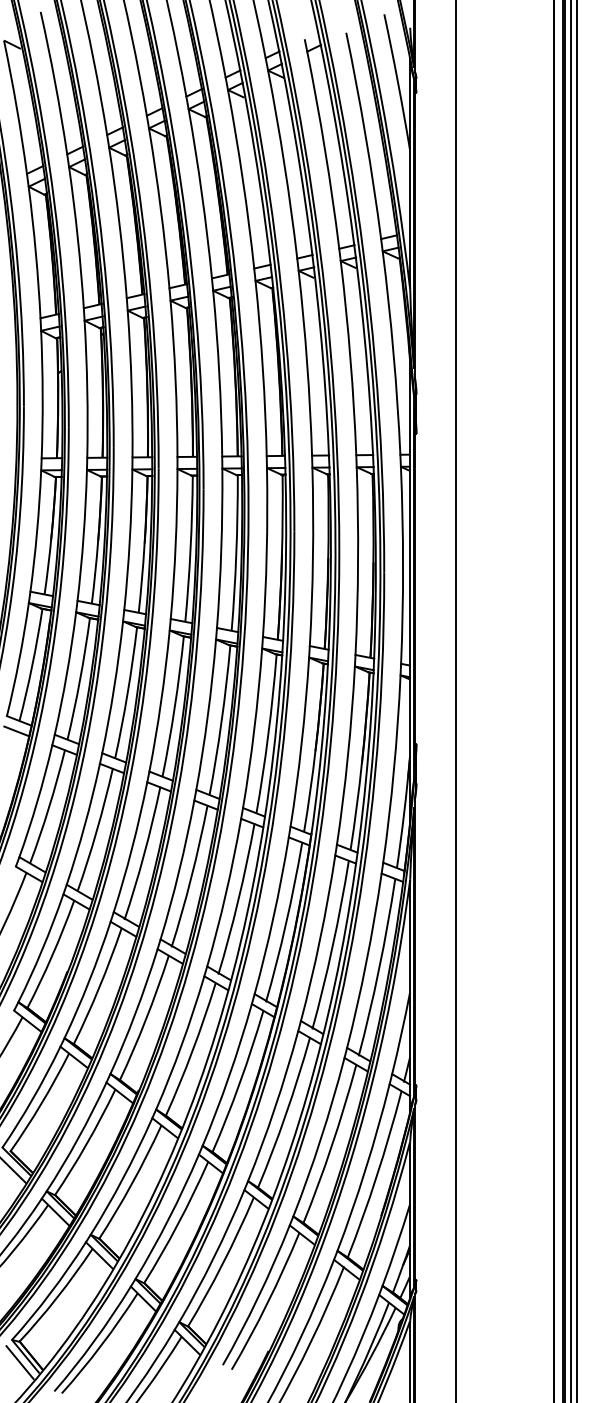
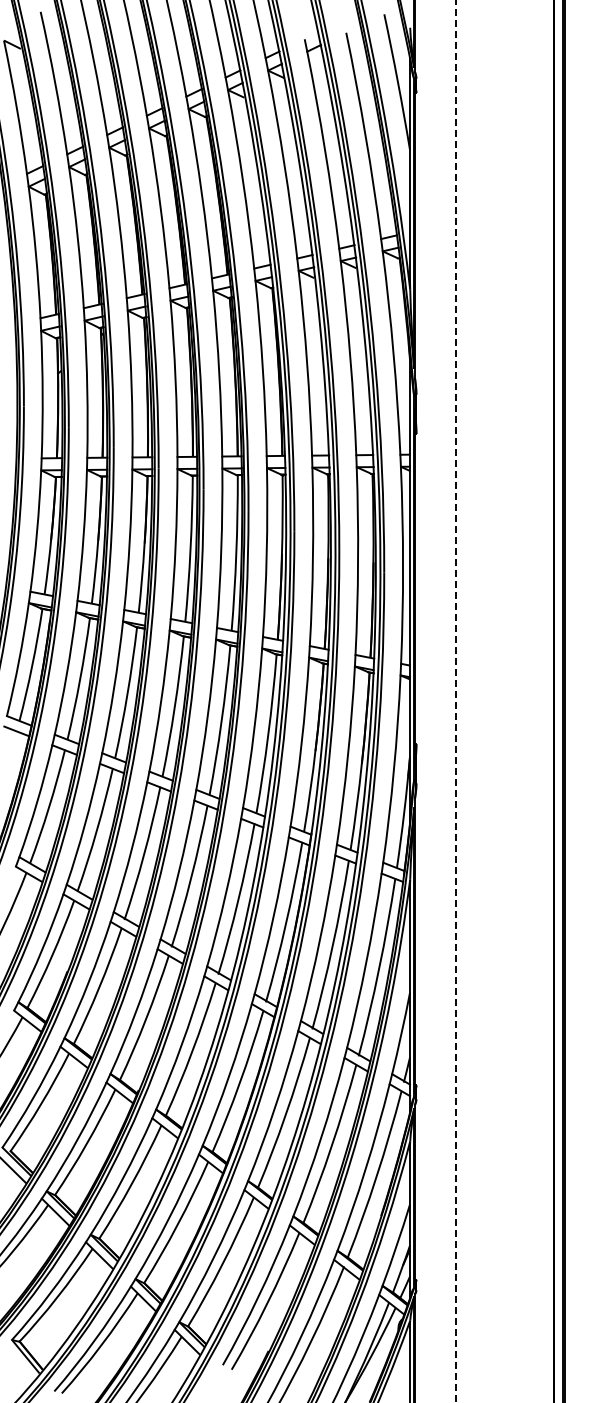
line at (570, 700): present -> none
line at (577, 700): present -> none
line at (456, 701): solid -> dashed
line at (19, 1362): present -> none
